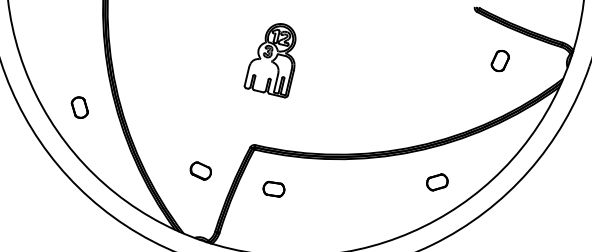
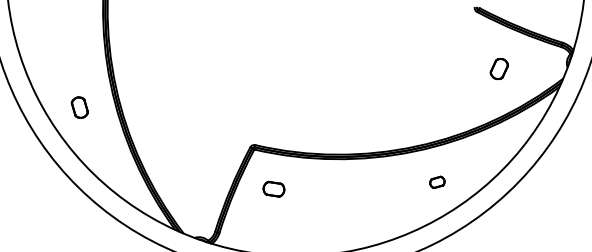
part at (269, 60): present -> none
part at (499, 60) position: (499, 60) -> (498, 68)
part at (200, 170): present -> none
part at (437, 182) size: 23x19 px -> 17x15 px
